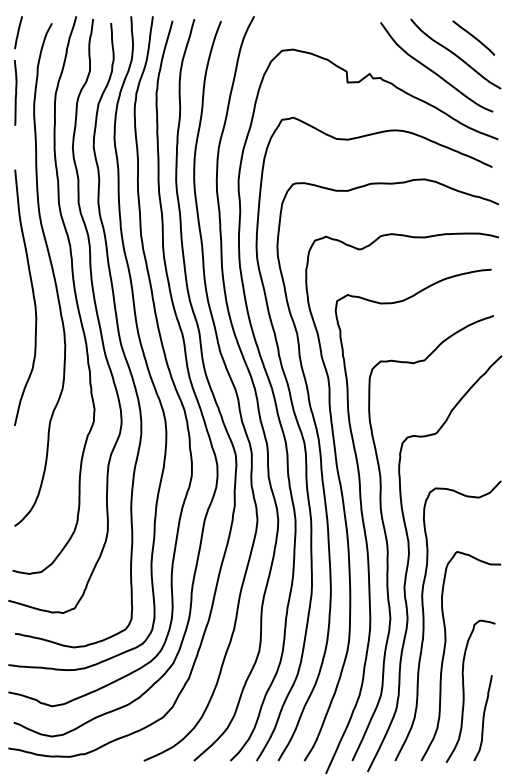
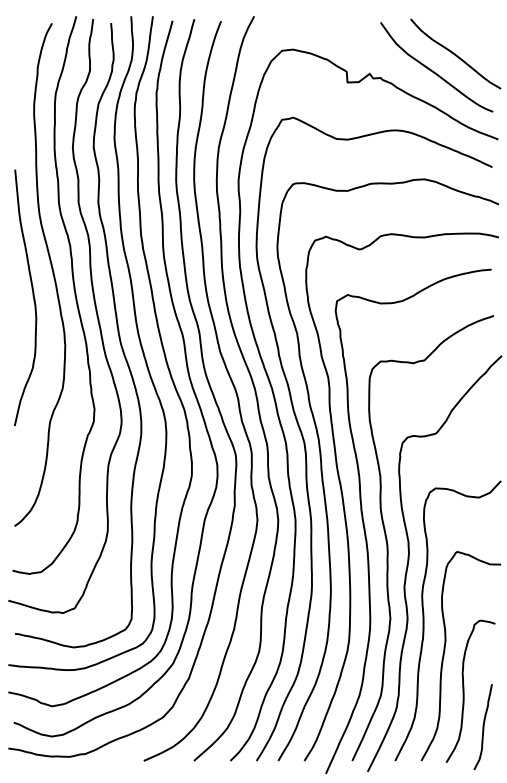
line at (18, 32): present -> none
curve at (473, 37): present -> none
line at (15, 92): present -> none
curve at (482, 718) position: (482, 718) -> (482, 727)
